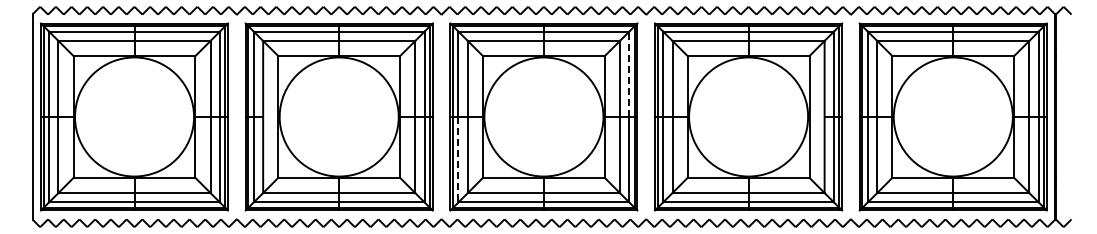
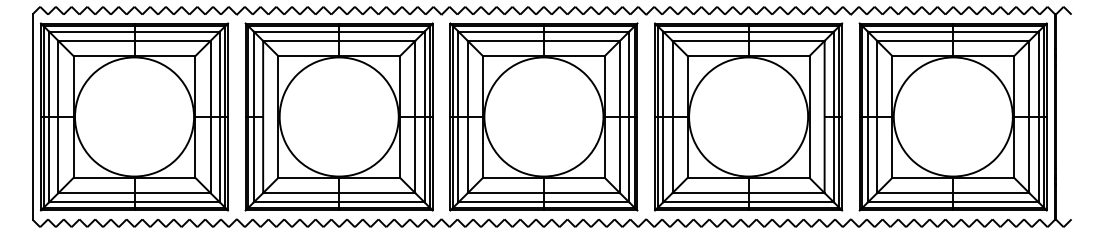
line at (629, 74): dashed -> solid
line at (458, 159): dashed -> solid
